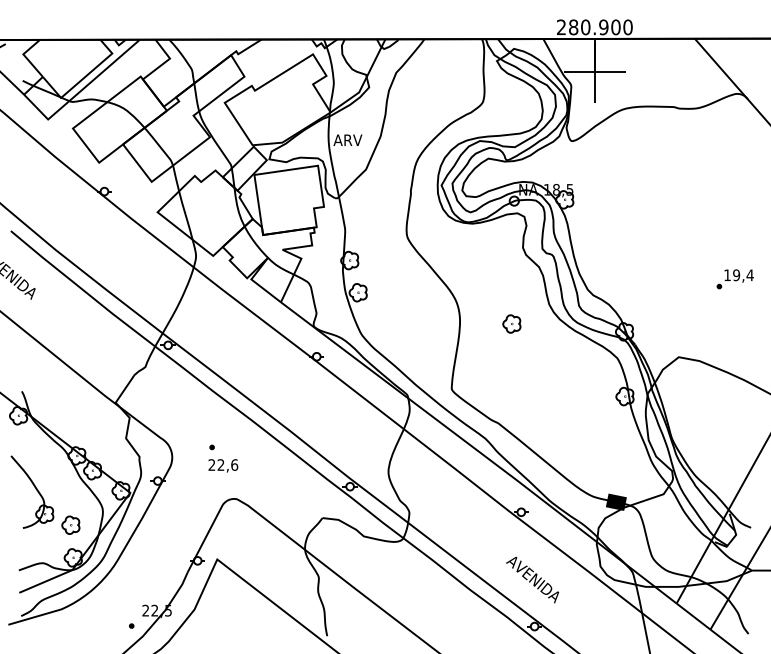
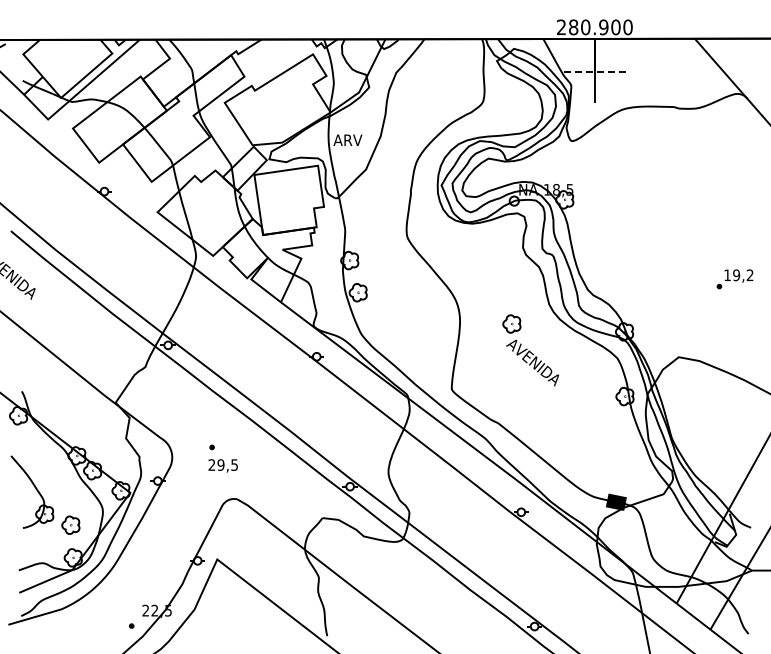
line at (594, 72): solid -> dashed
text at (749, 274): 19,4 -> 19,2
text at (227, 464): 22,6 -> 29,5
text at (532, 579) position: (532, 579) -> (532, 362)
